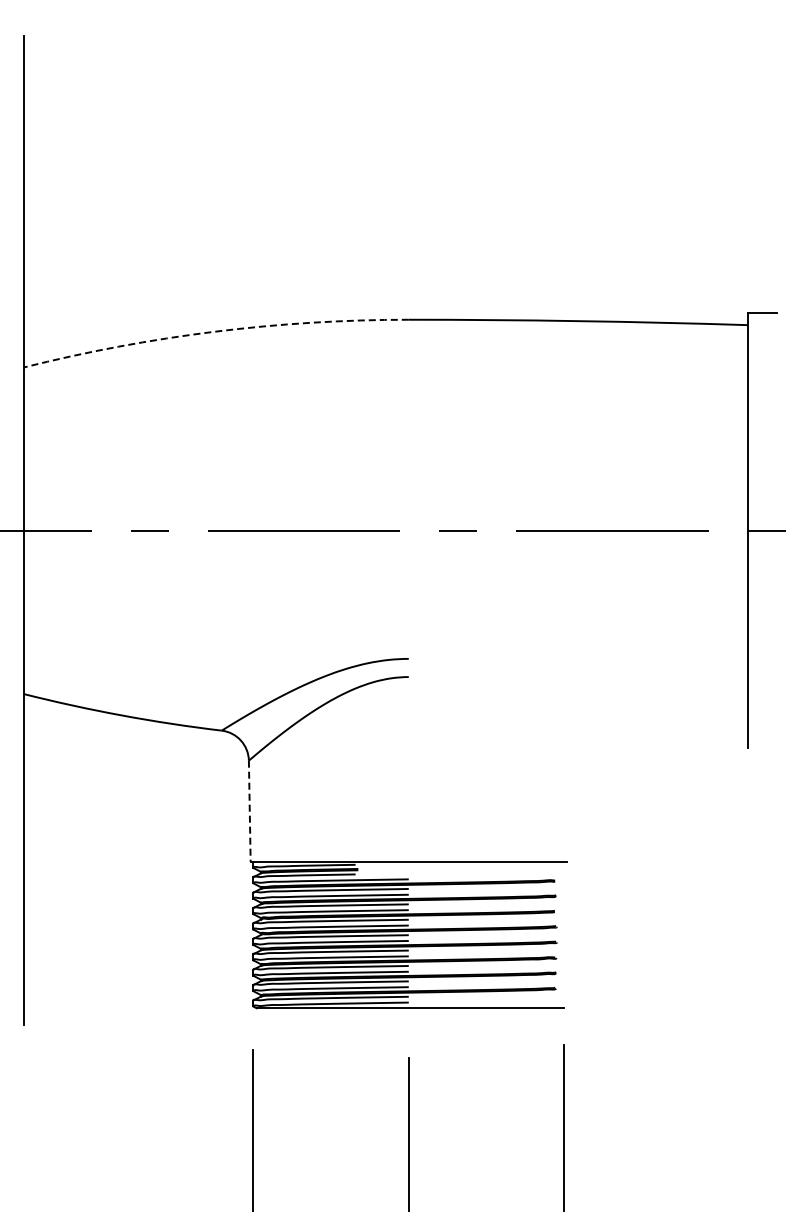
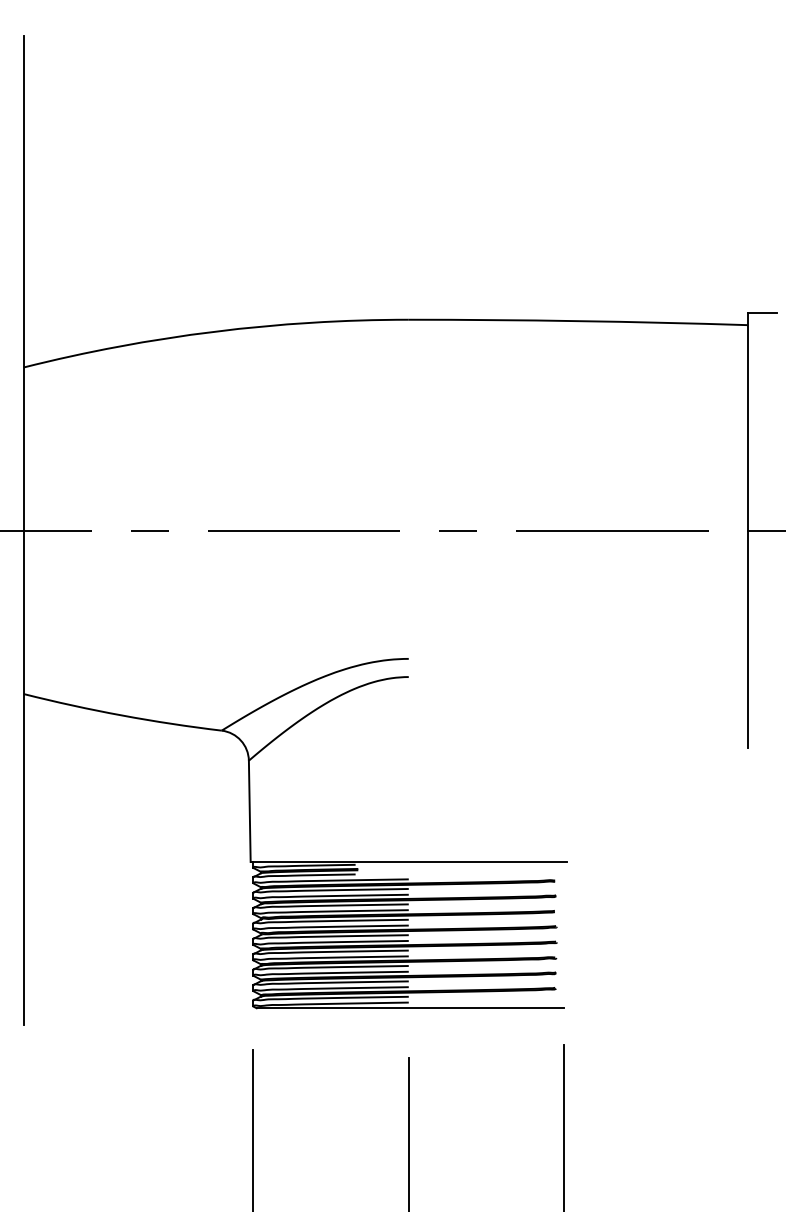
arc at (214, 331): dashed -> solid
line at (249, 811): dashed -> solid
